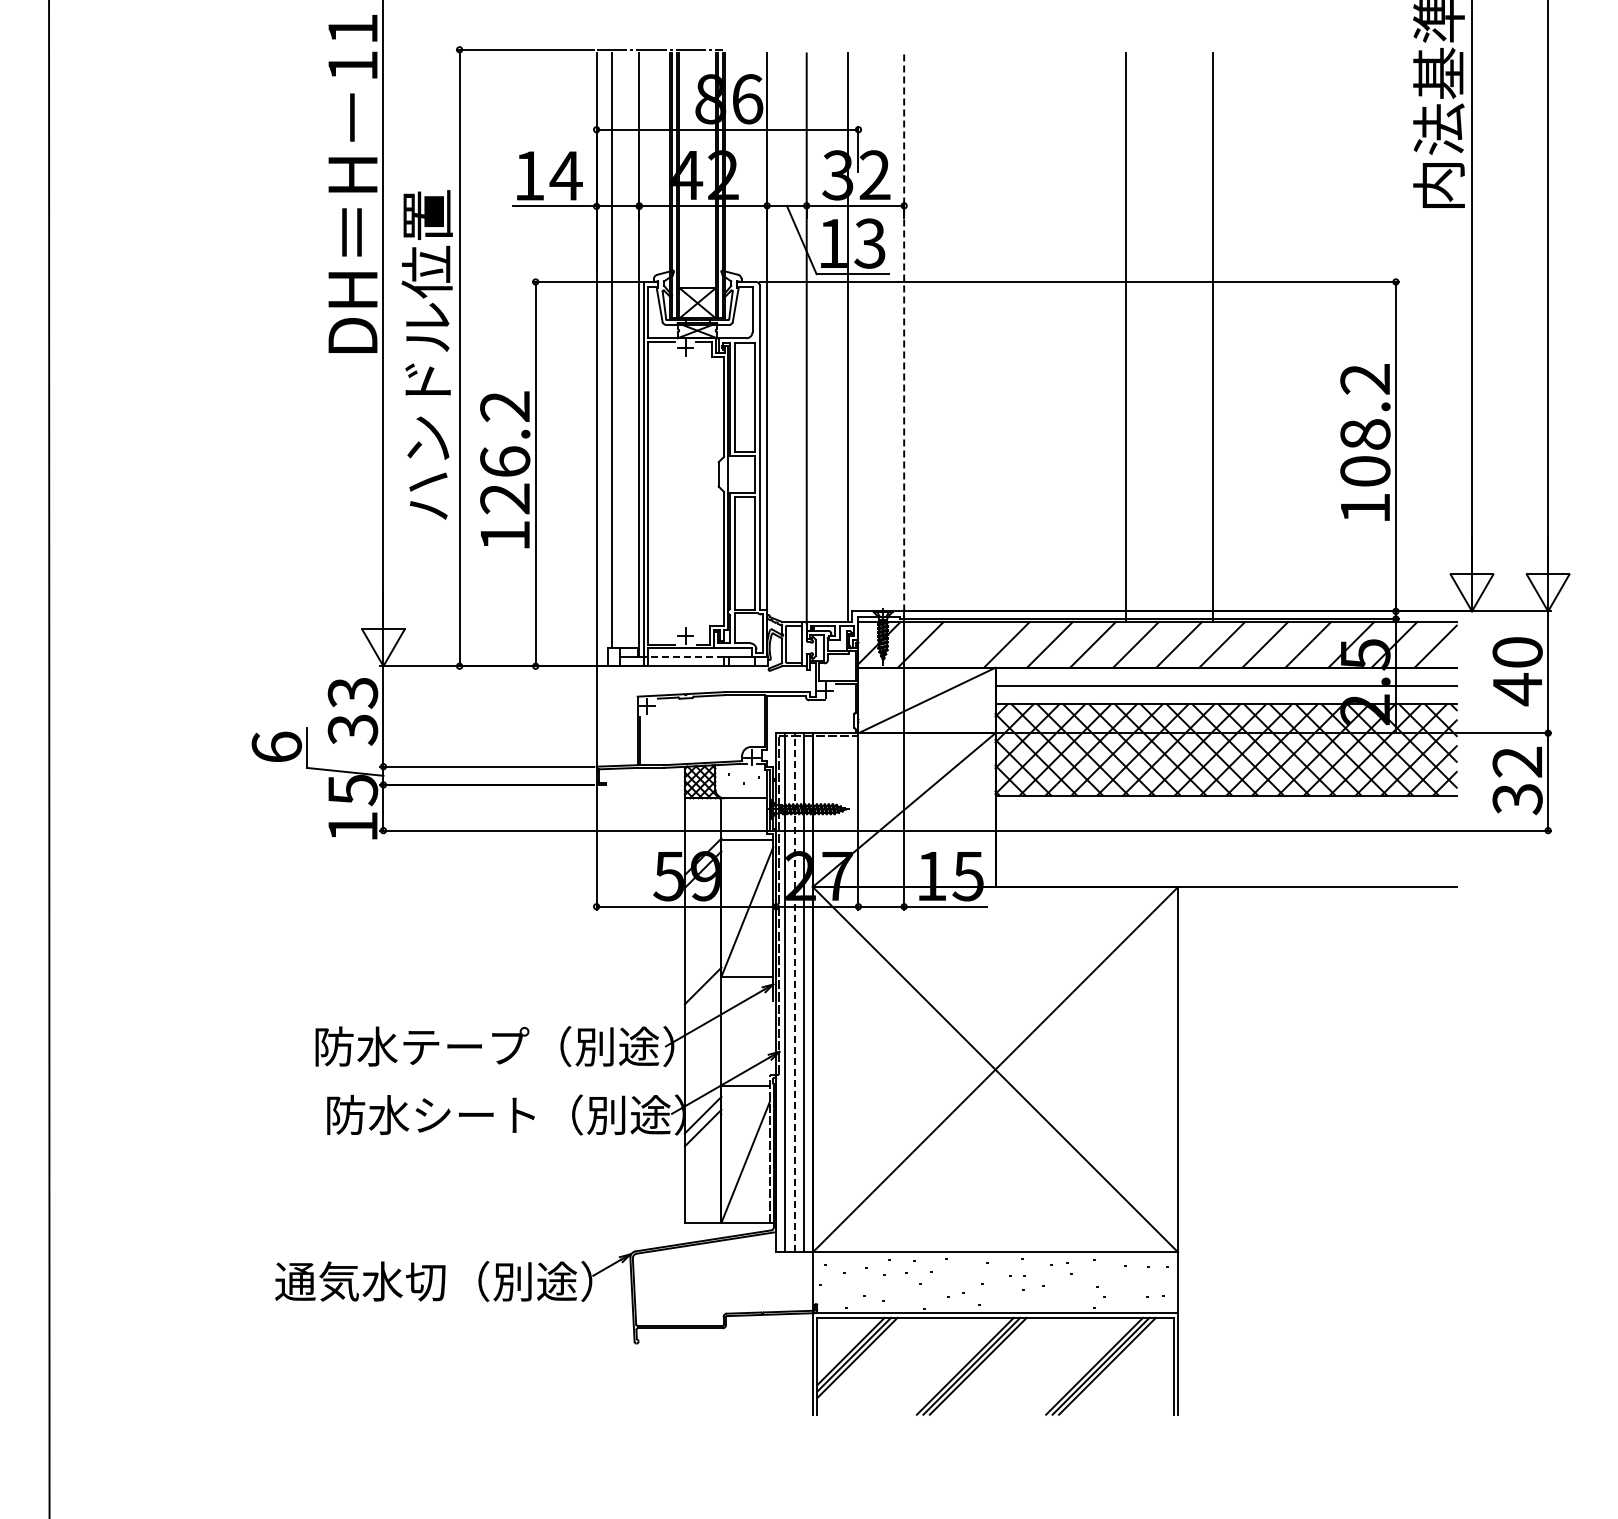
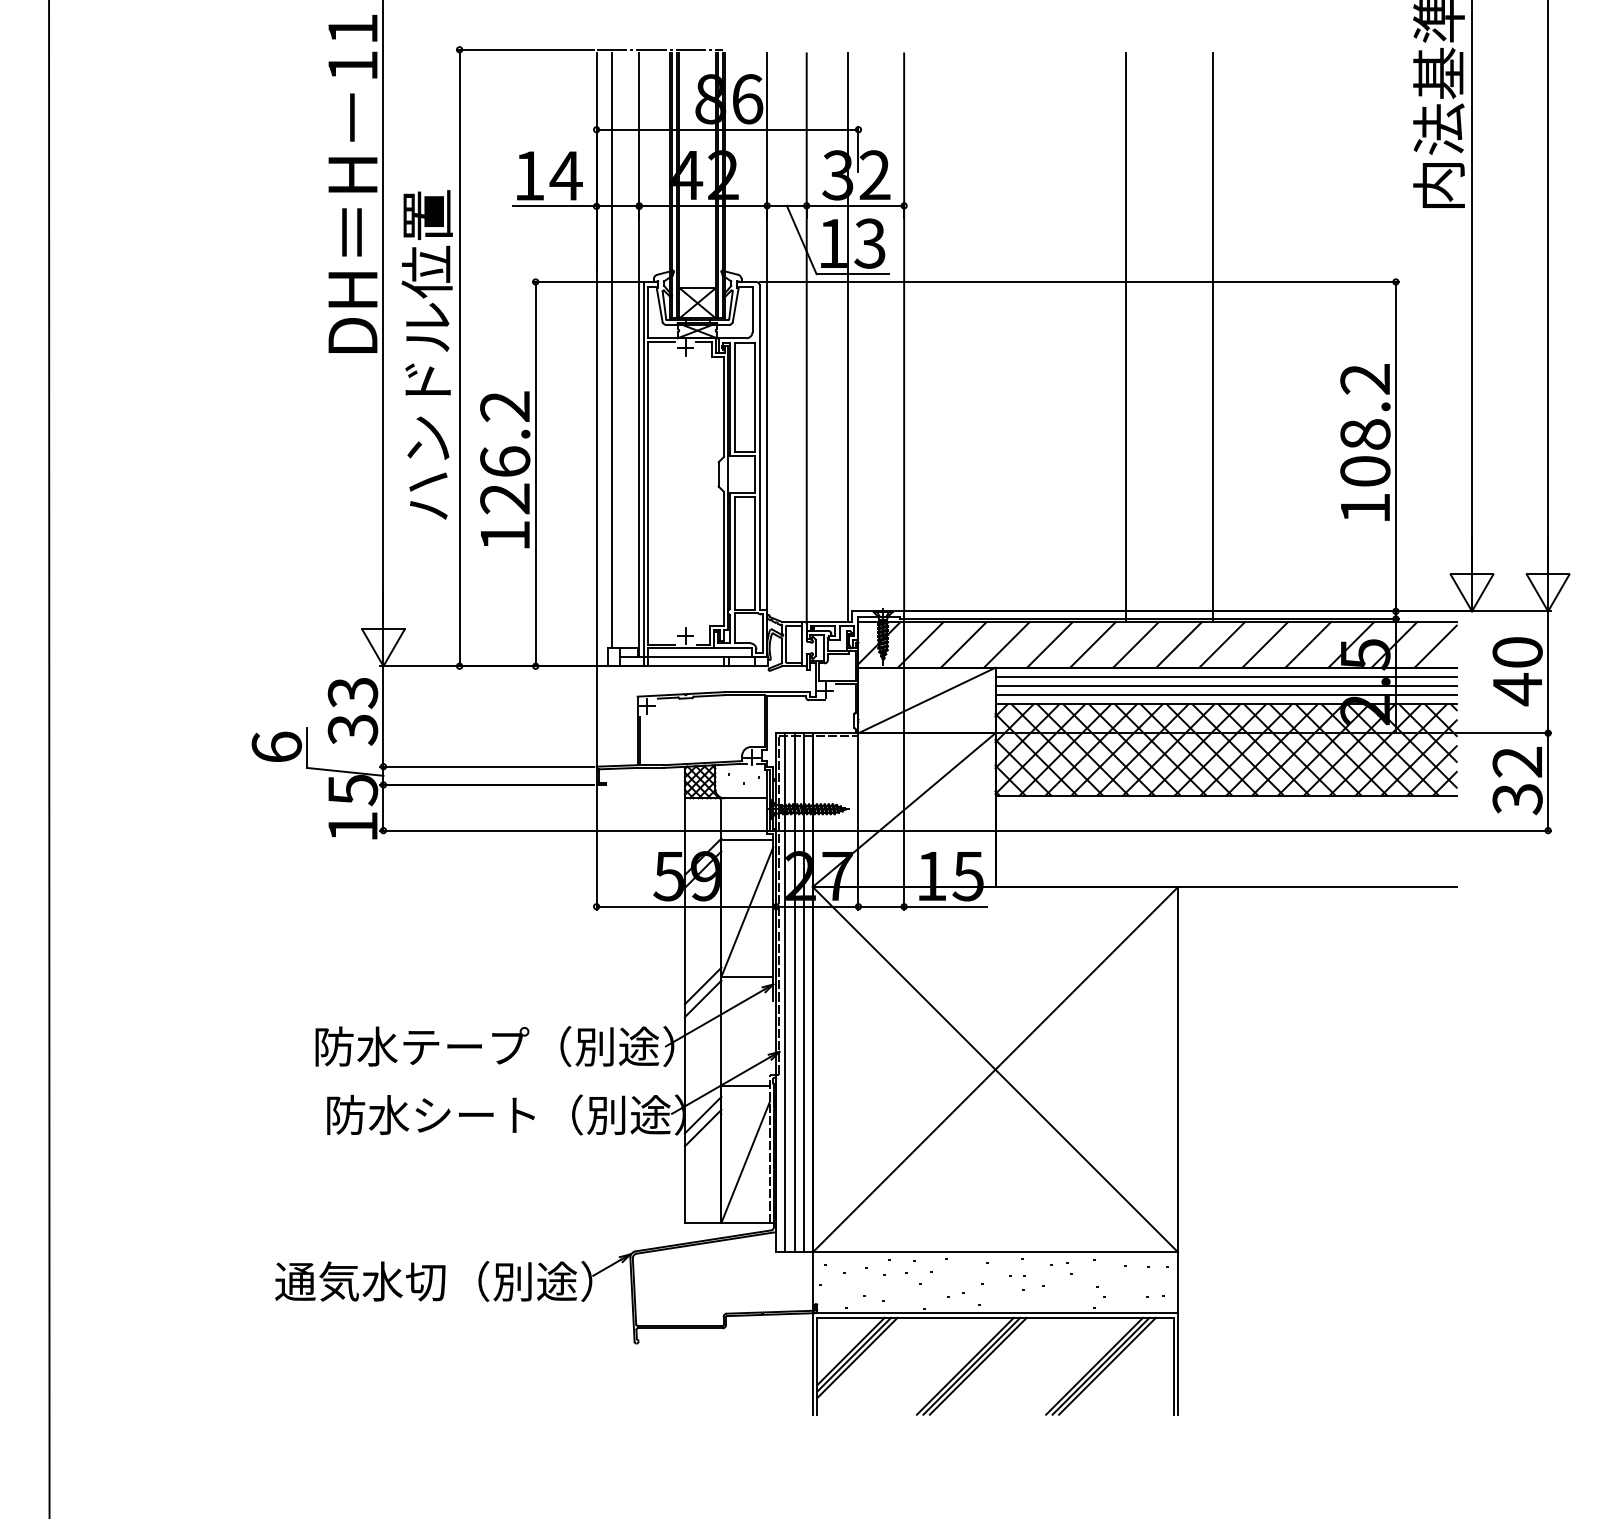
line at (904, 331): dashed -> solid
line at (963, 644): none -> present
line at (683, 657): dashed -> solid
line at (1225, 676): none -> present
line at (1225, 695): none -> present
line at (794, 992): dashed -> solid
line at (702, 998): none -> present
